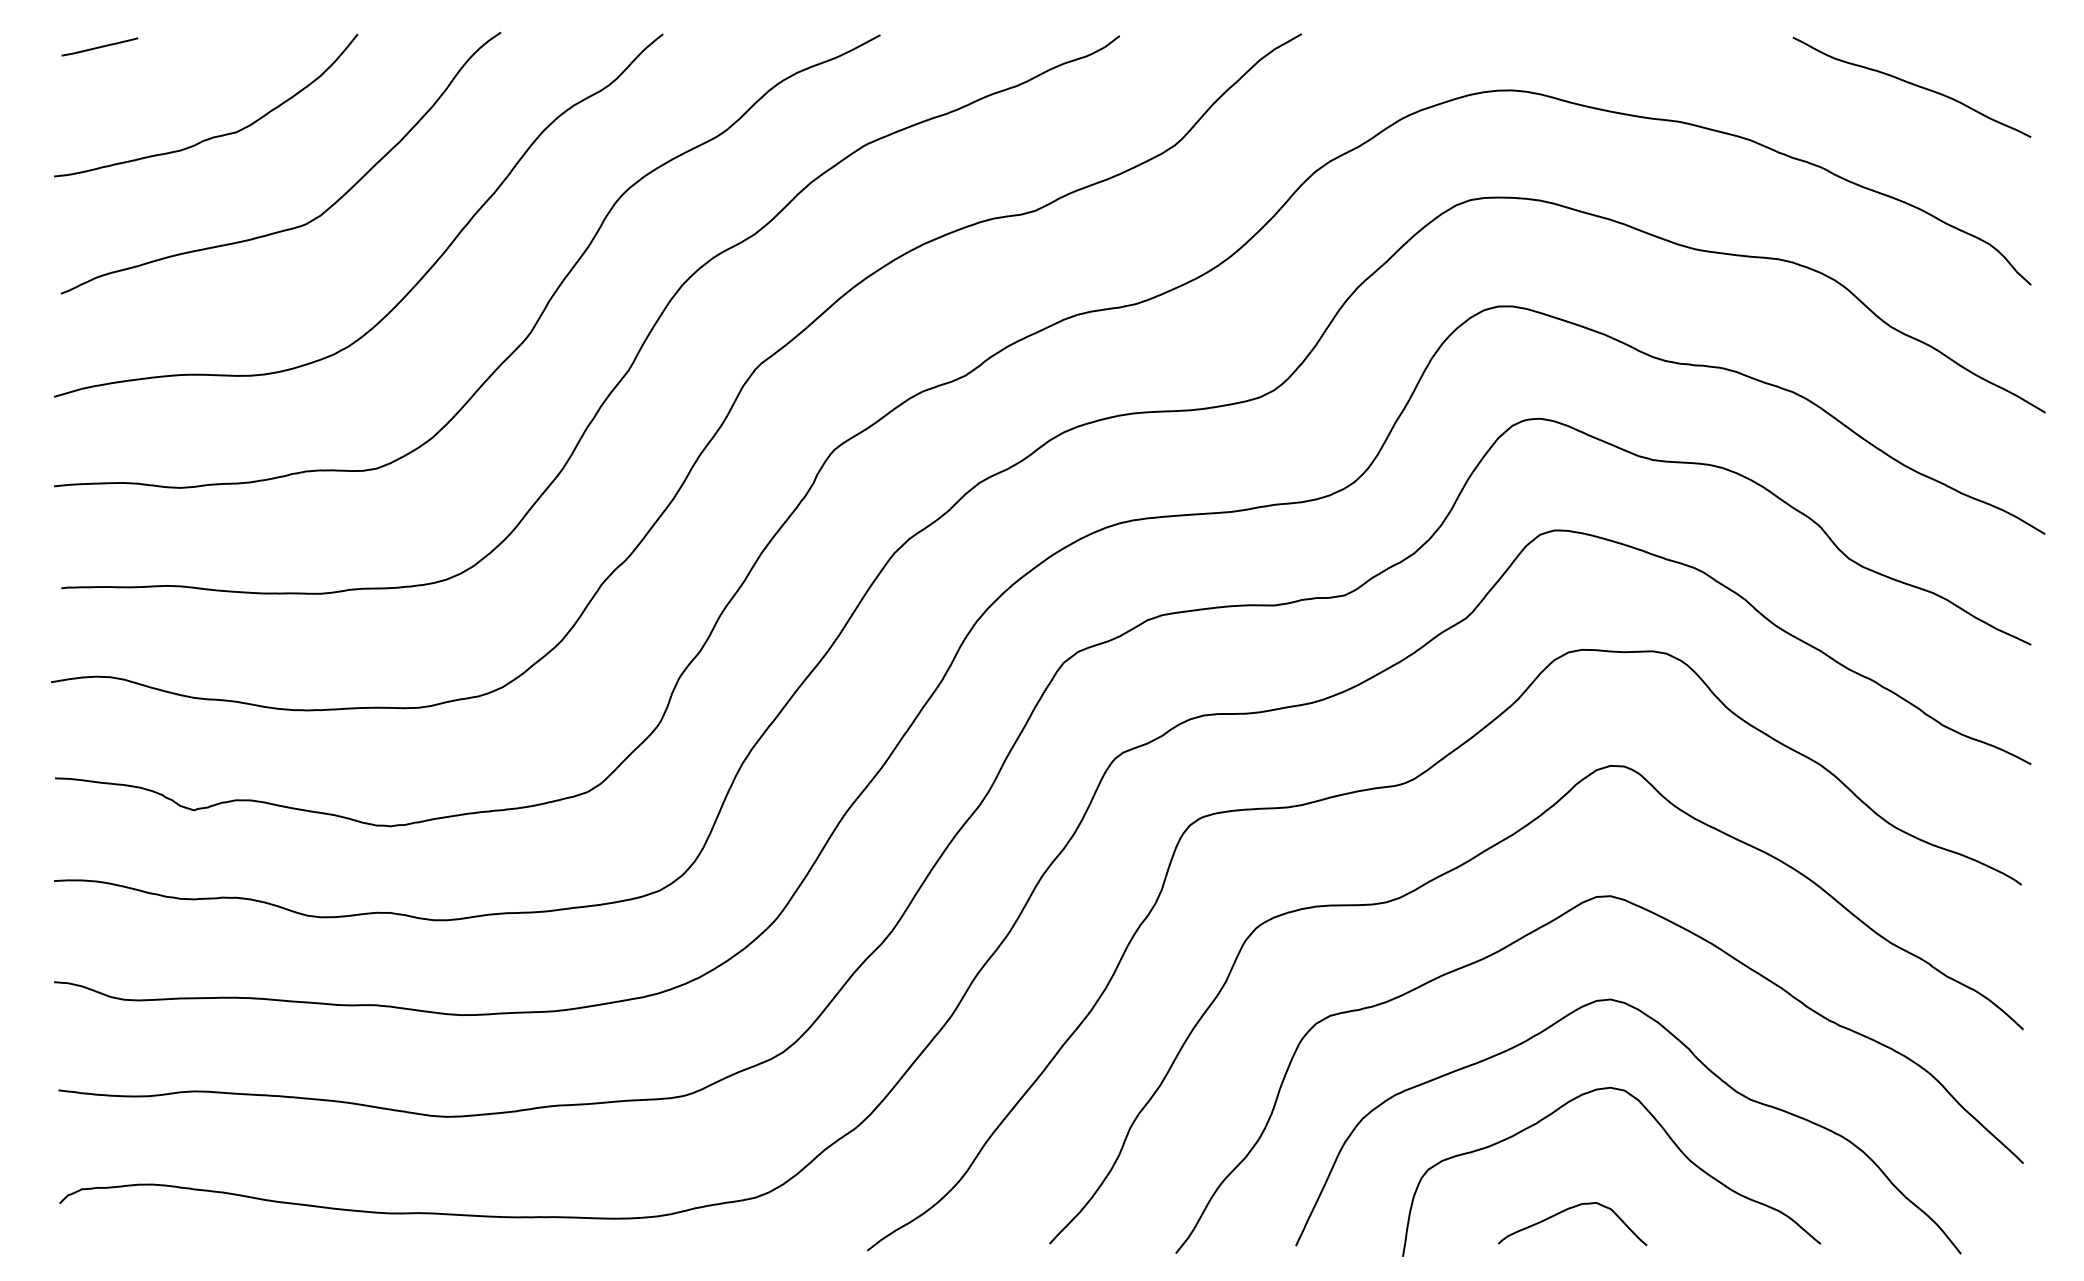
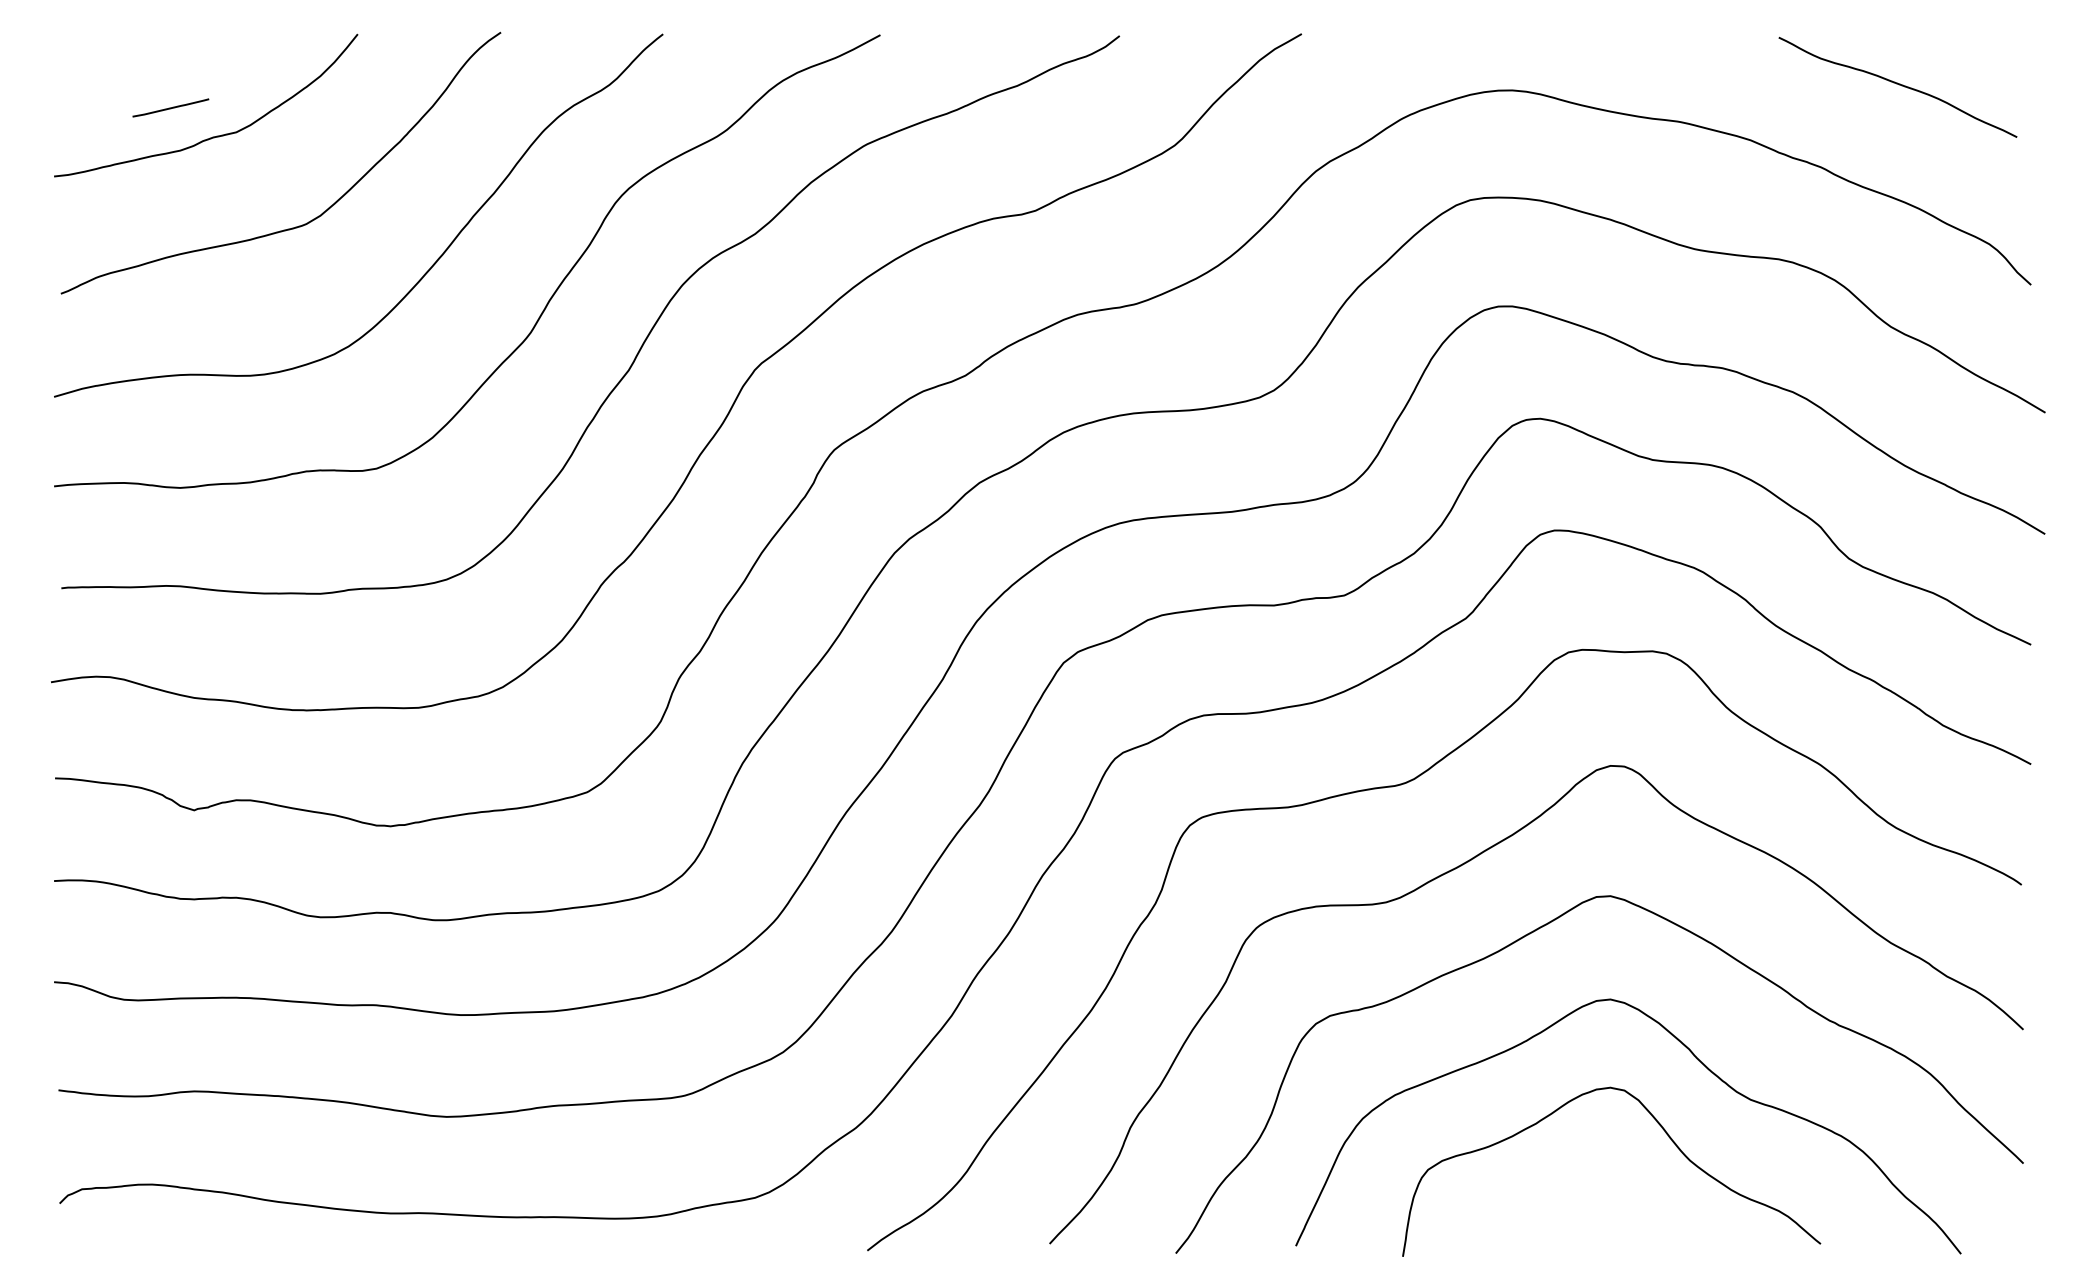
line at (99, 46) position: (99, 46) -> (170, 107)
curve at (1911, 84) position: (1911, 84) -> (1897, 84)
curve at (1565, 1211): present -> none
